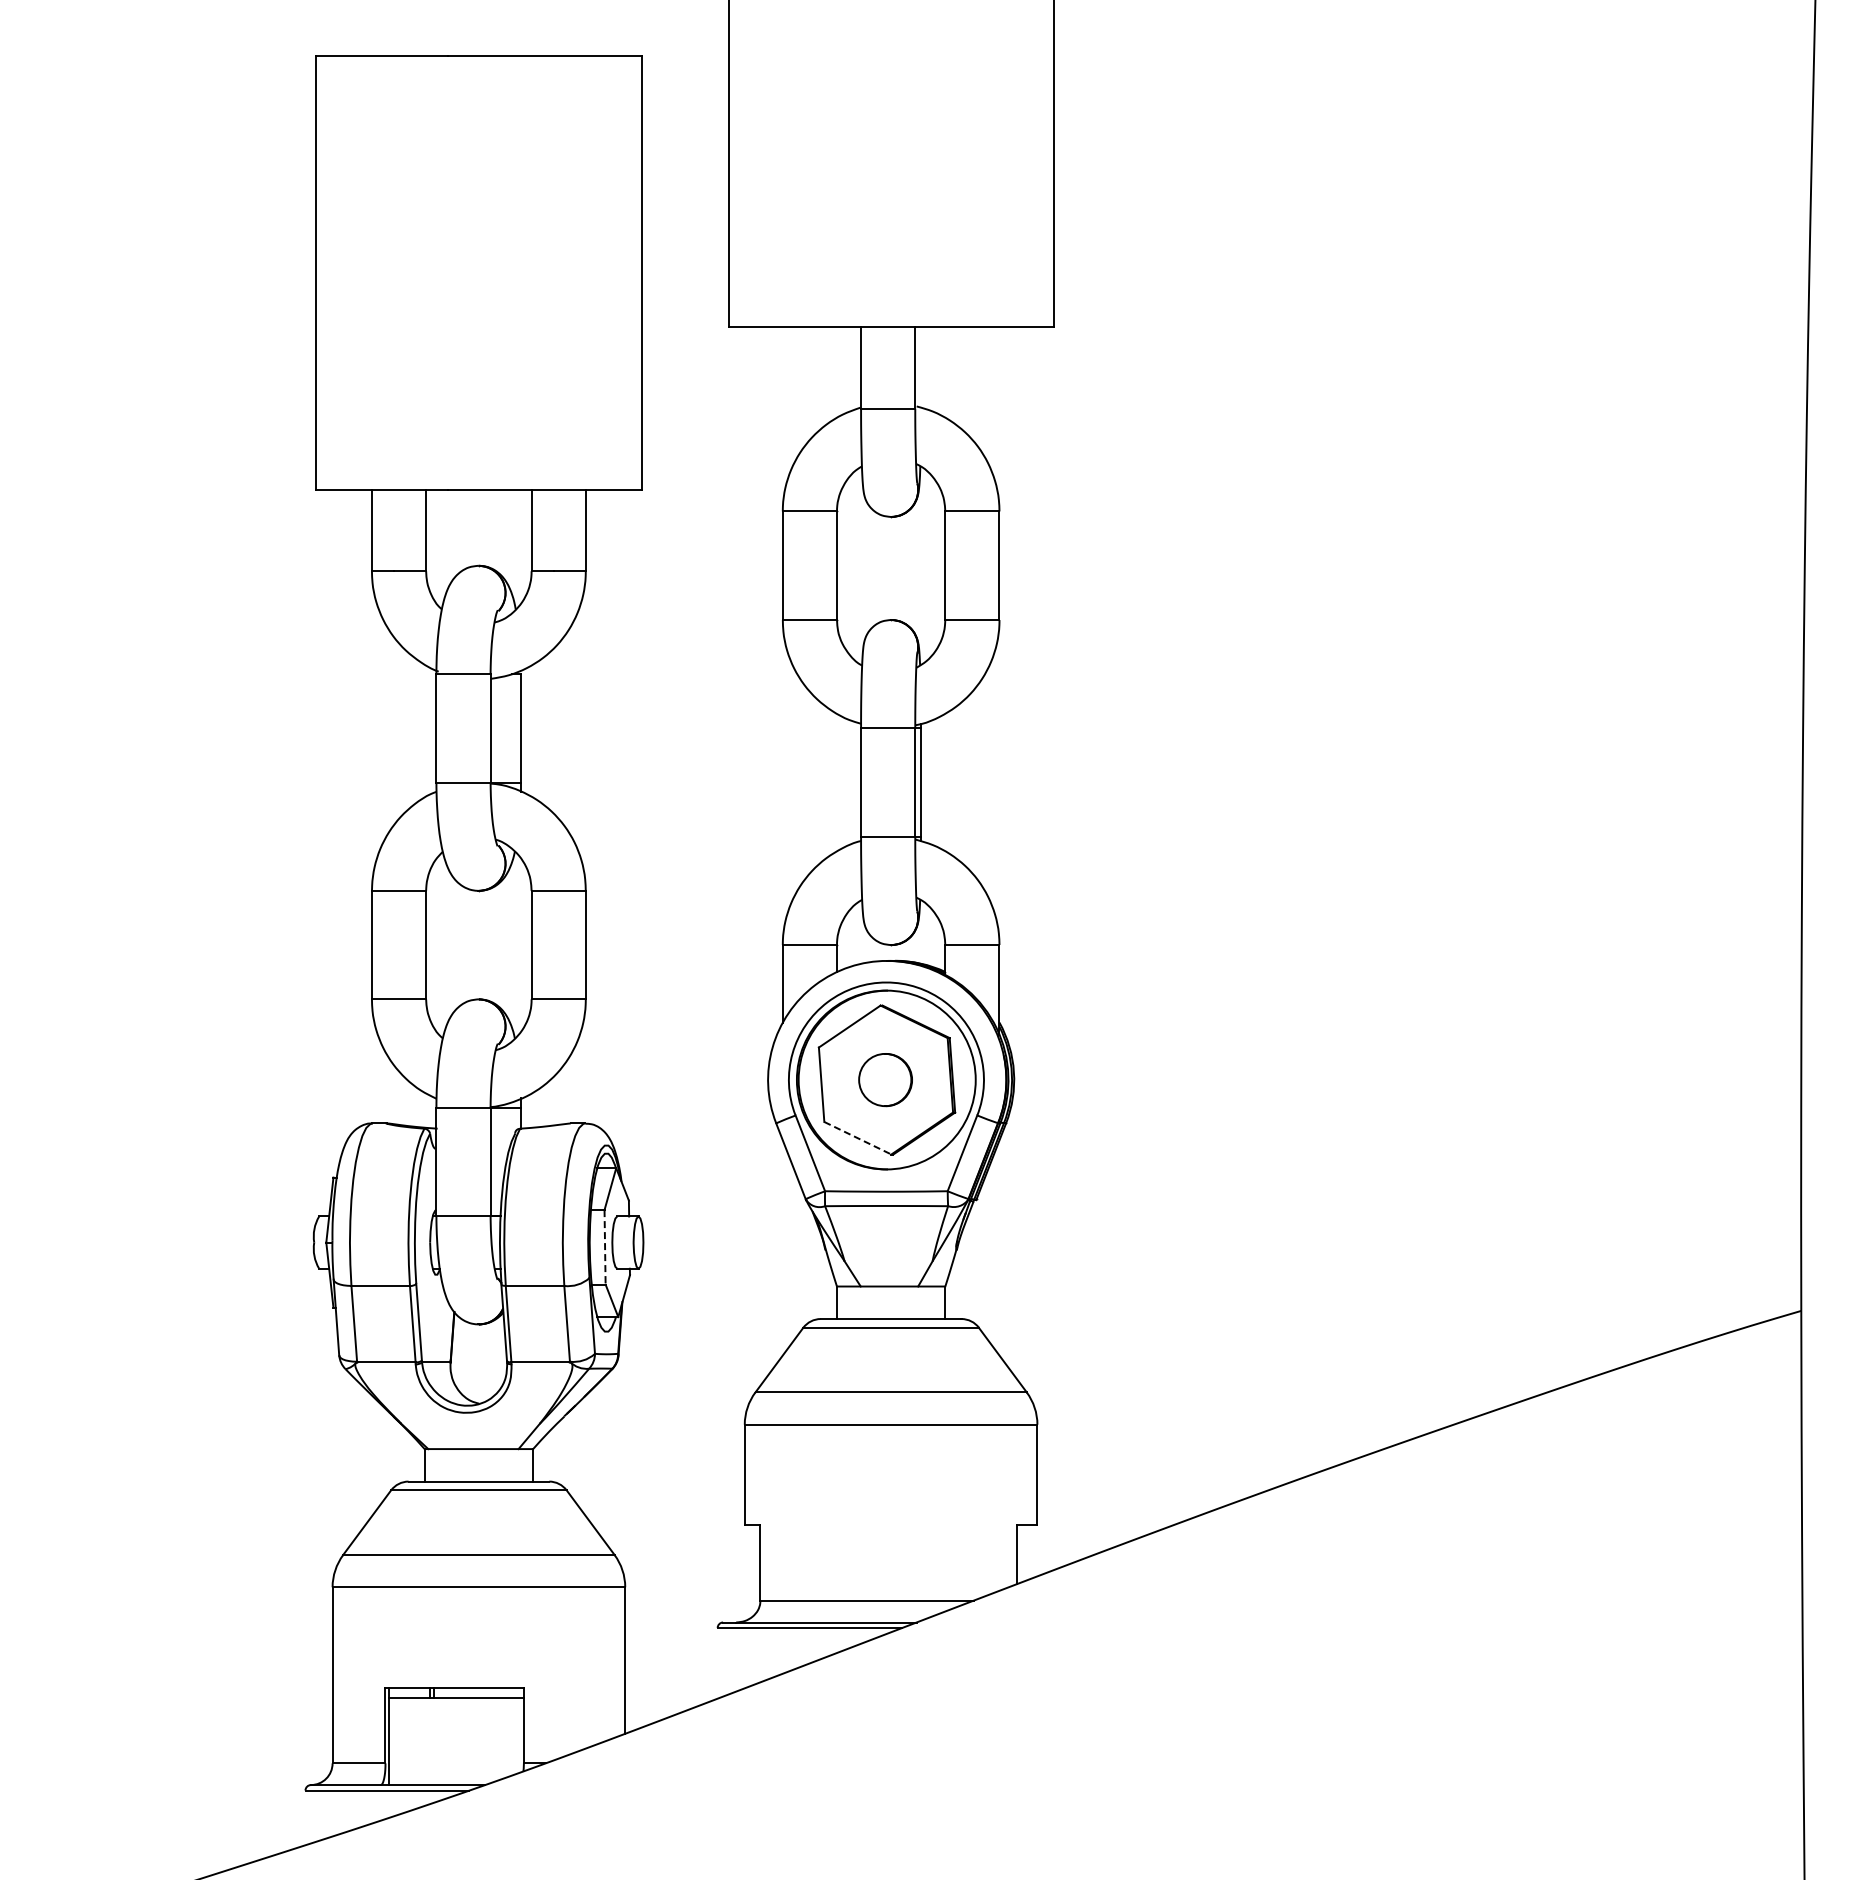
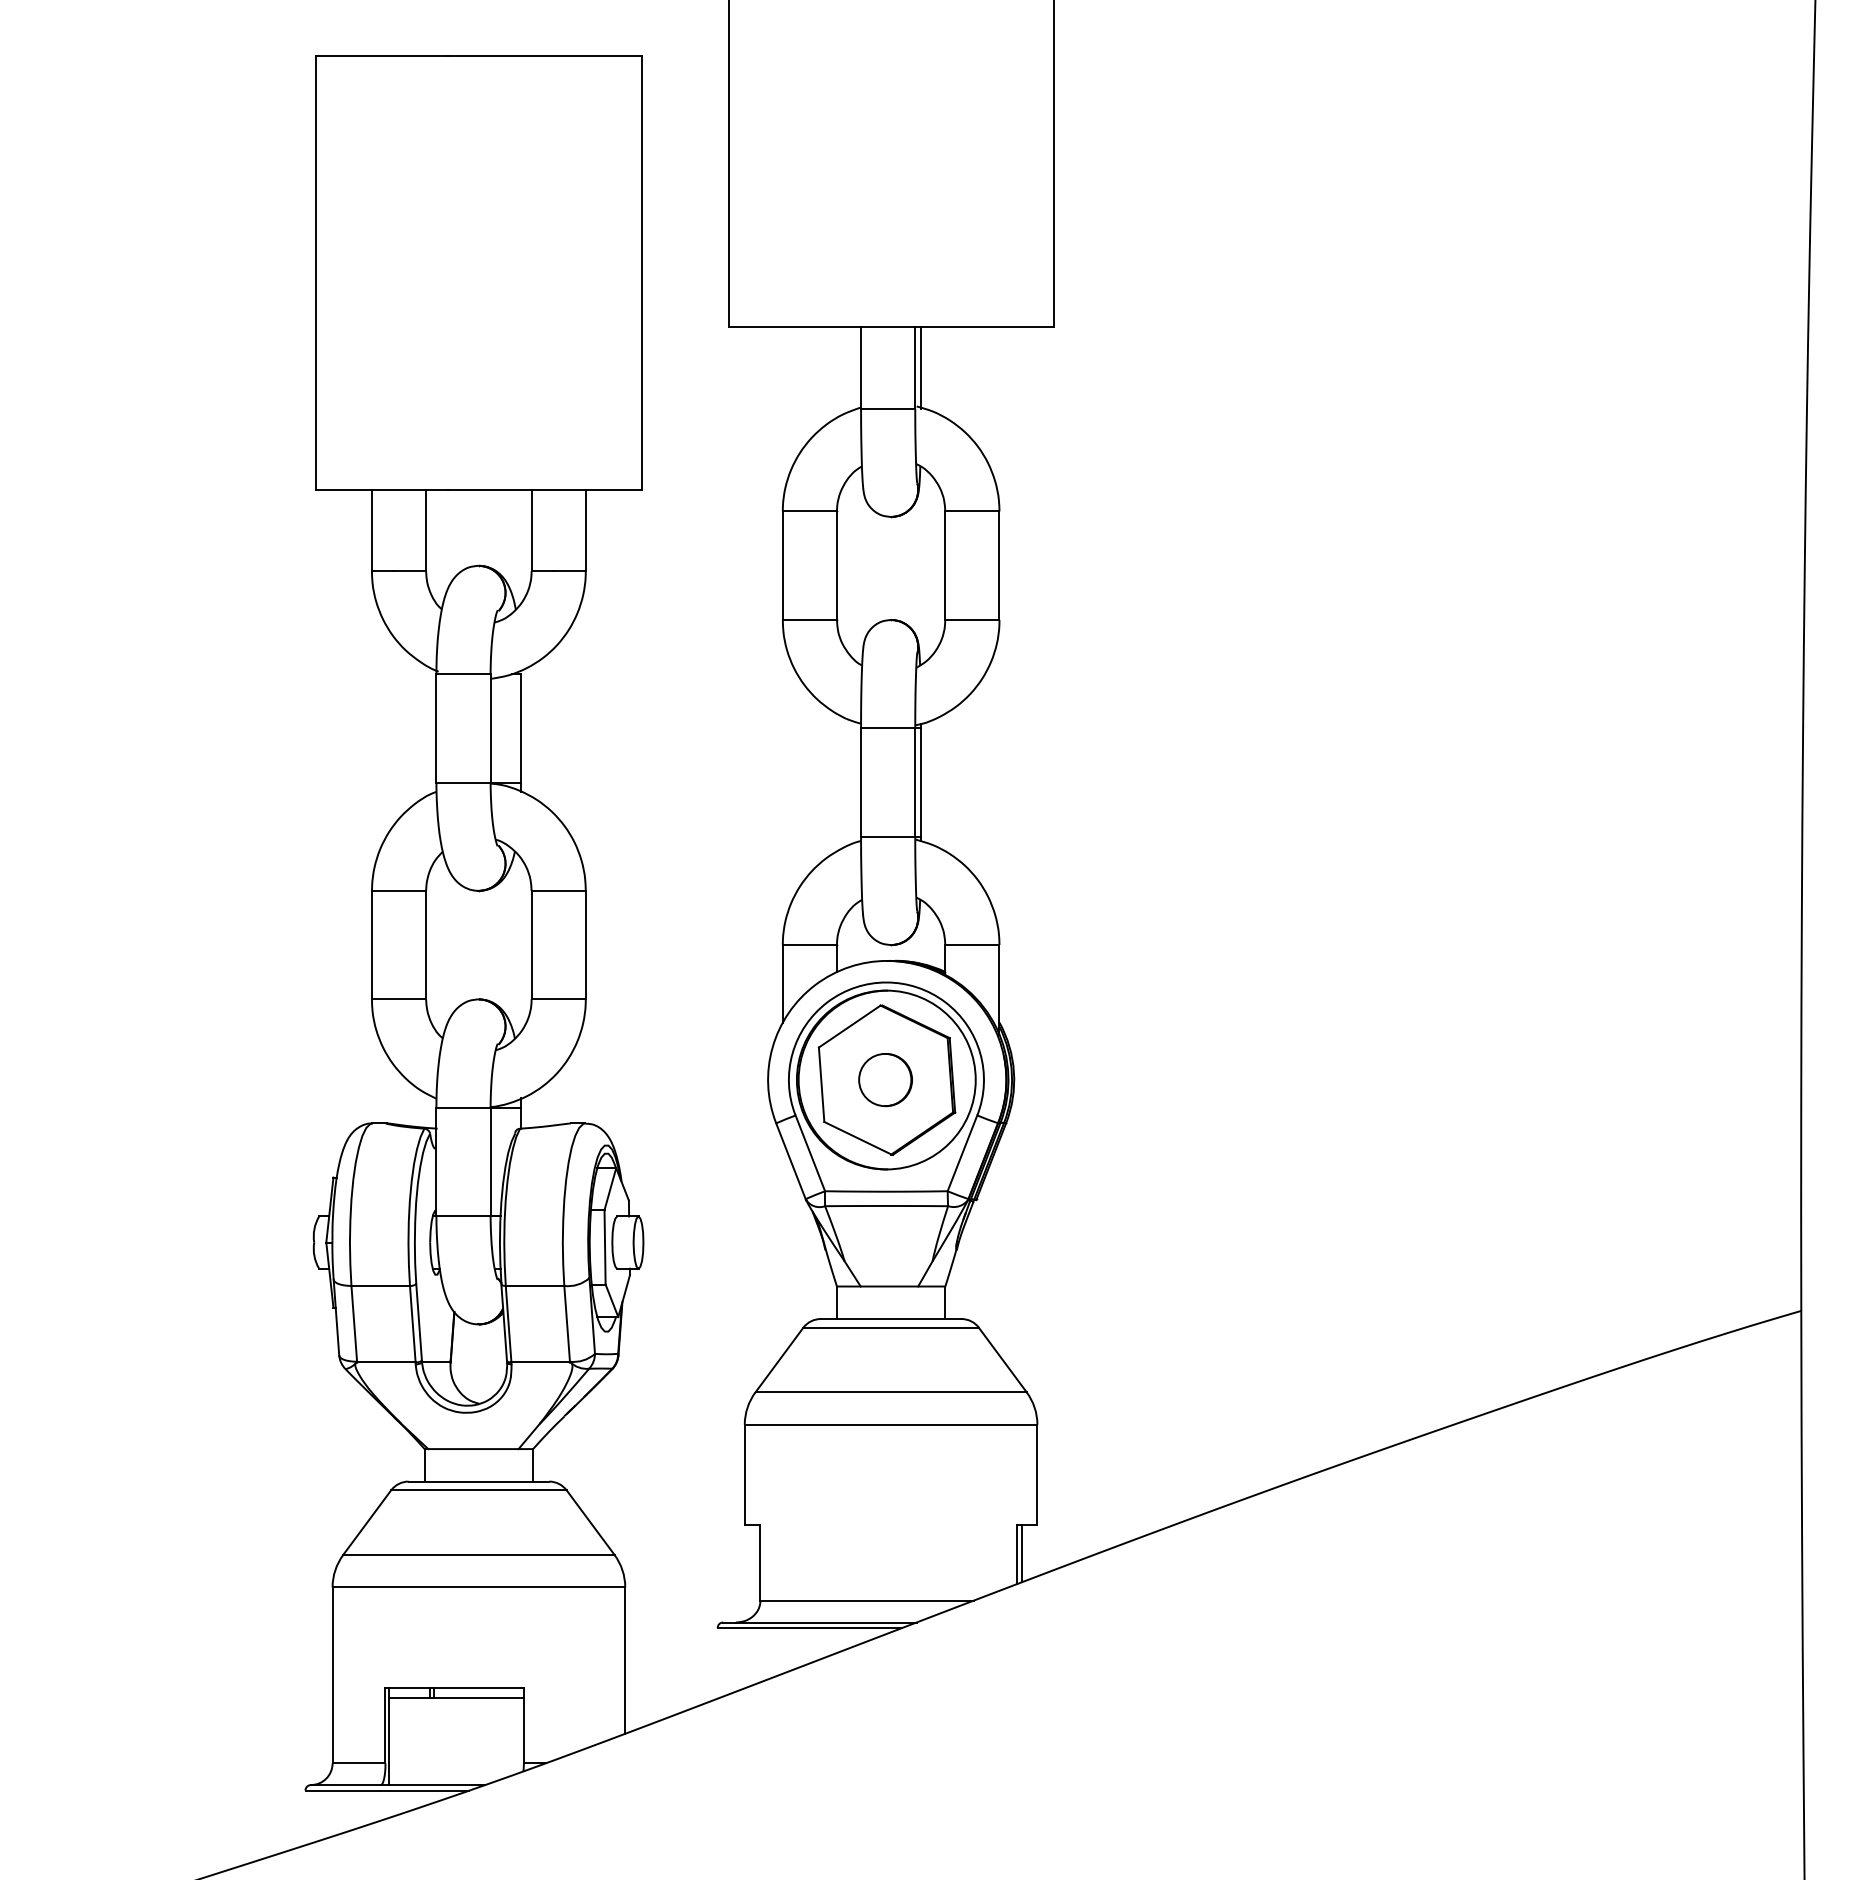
line at (921, 367): none -> present
line at (858, 1138): dashed -> solid
line at (605, 1247): dashed -> solid
line at (1021, 1553): none -> present
